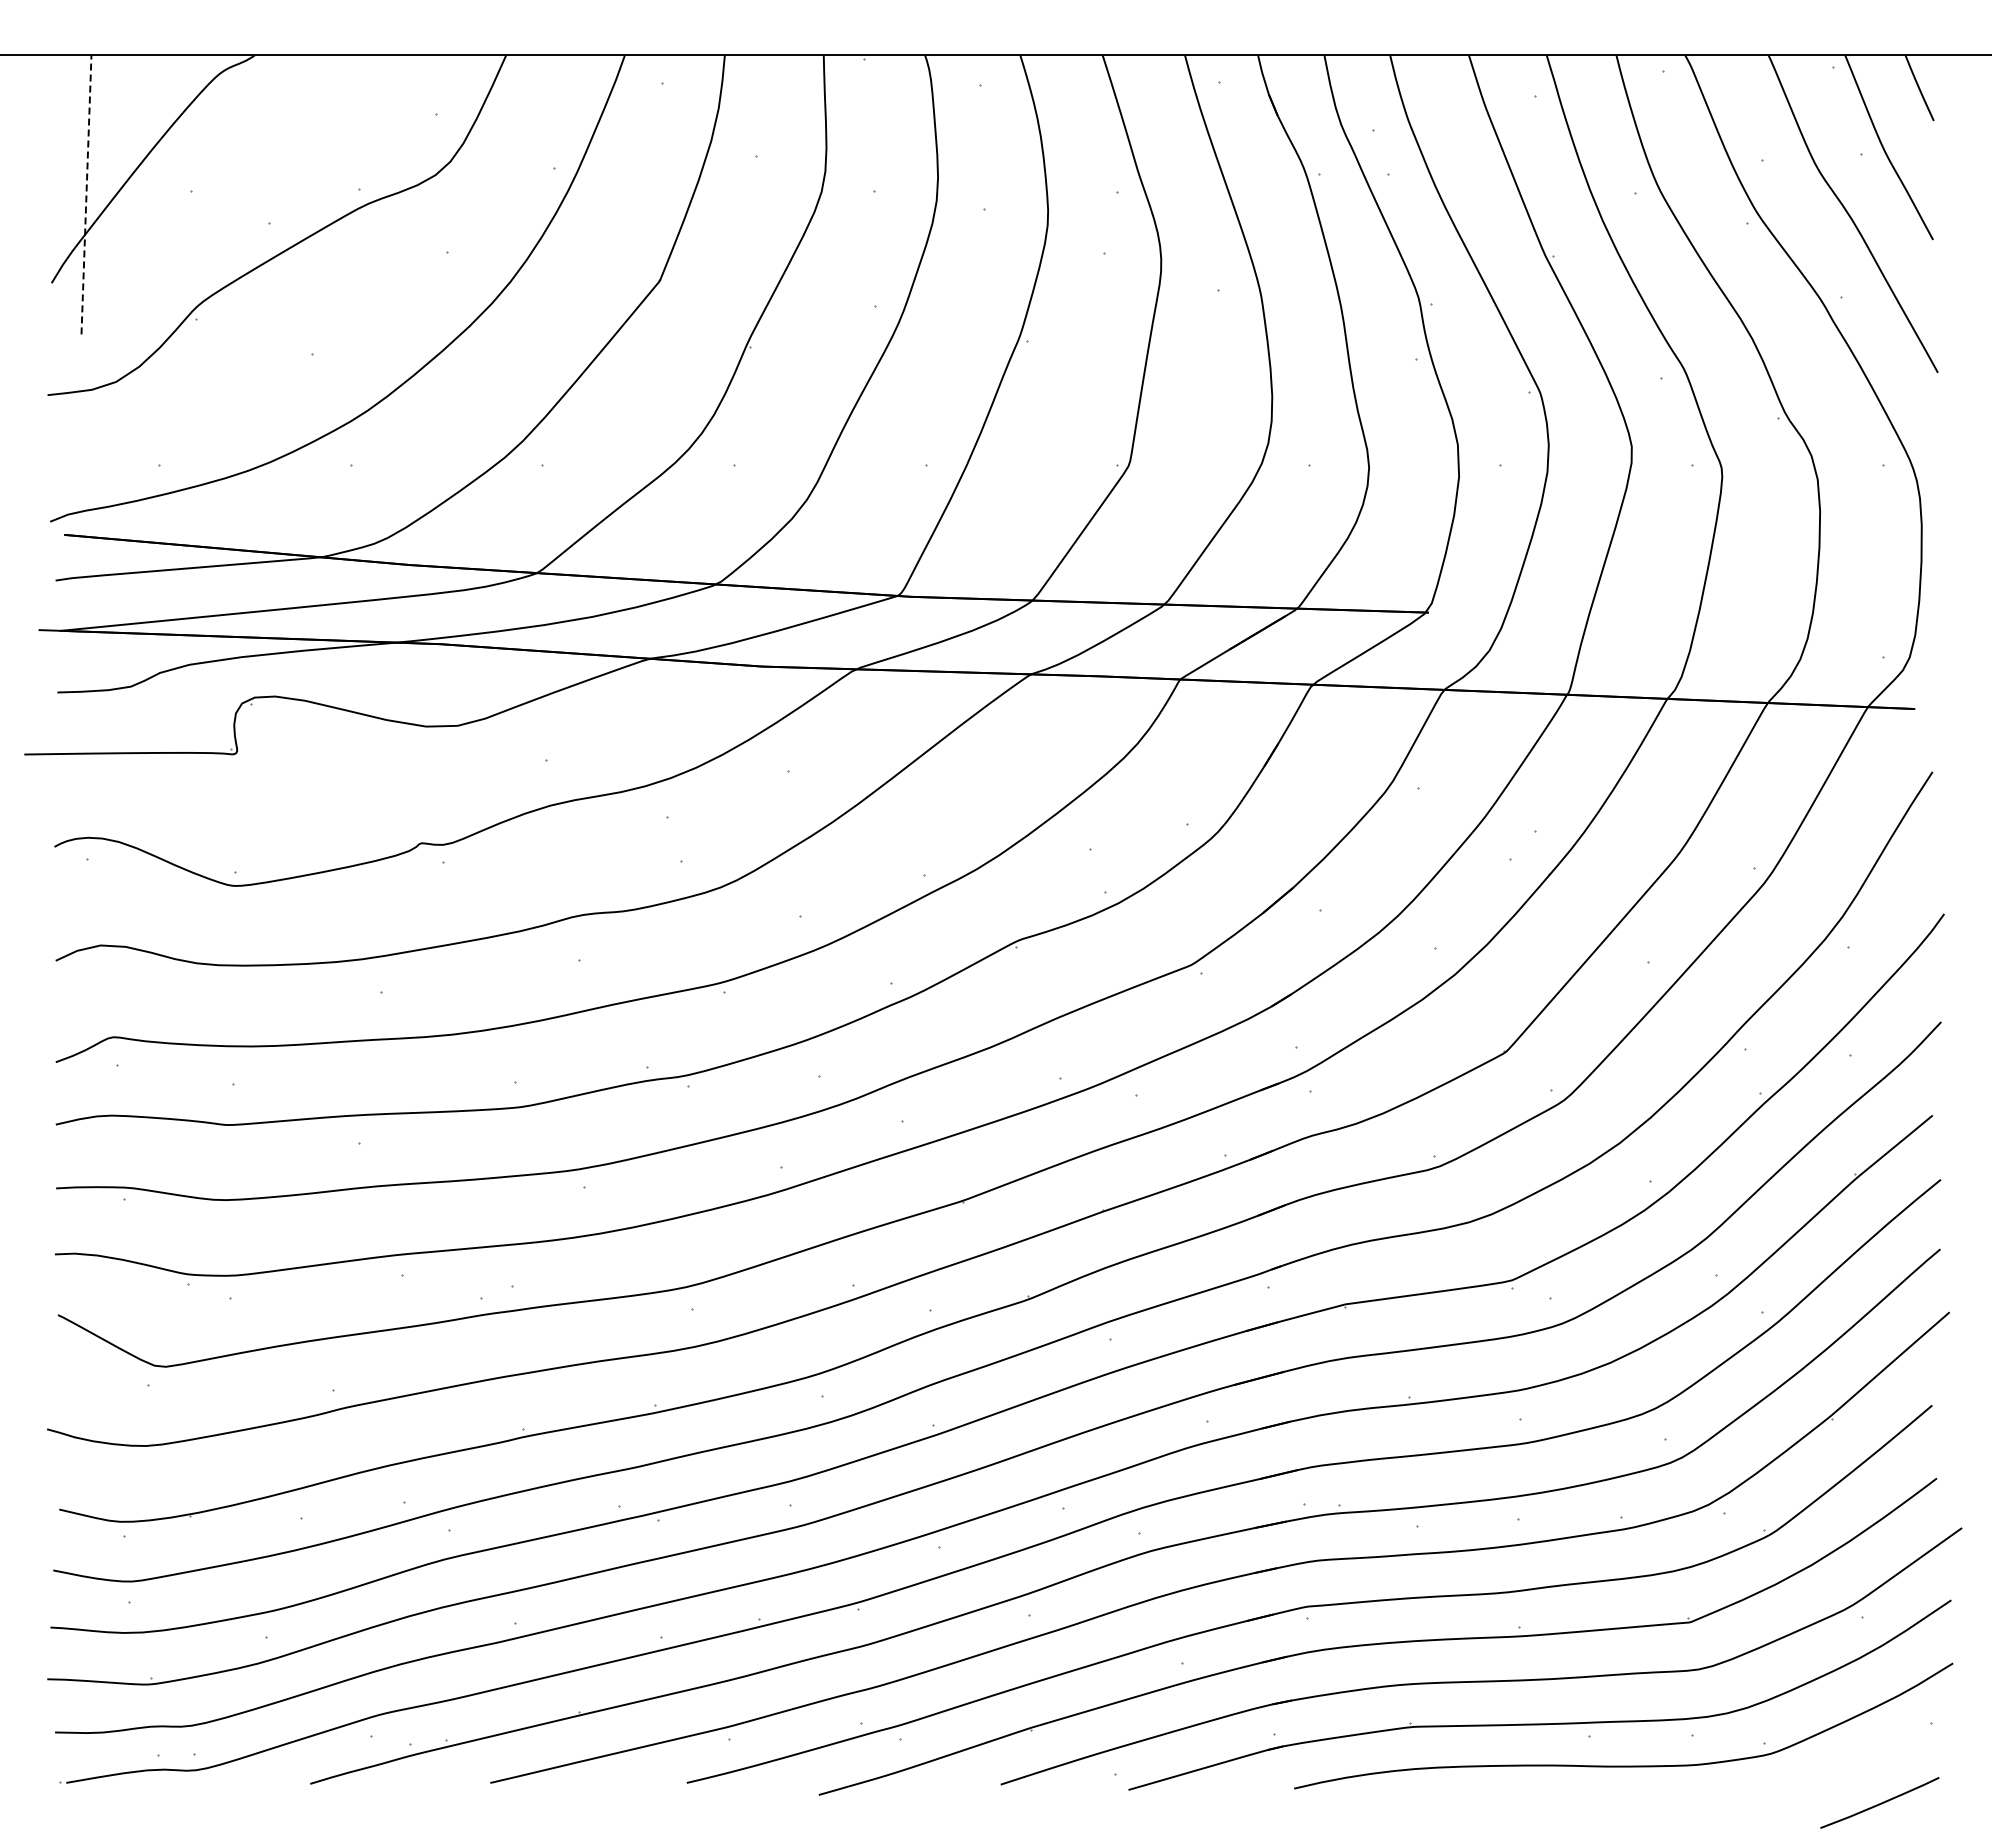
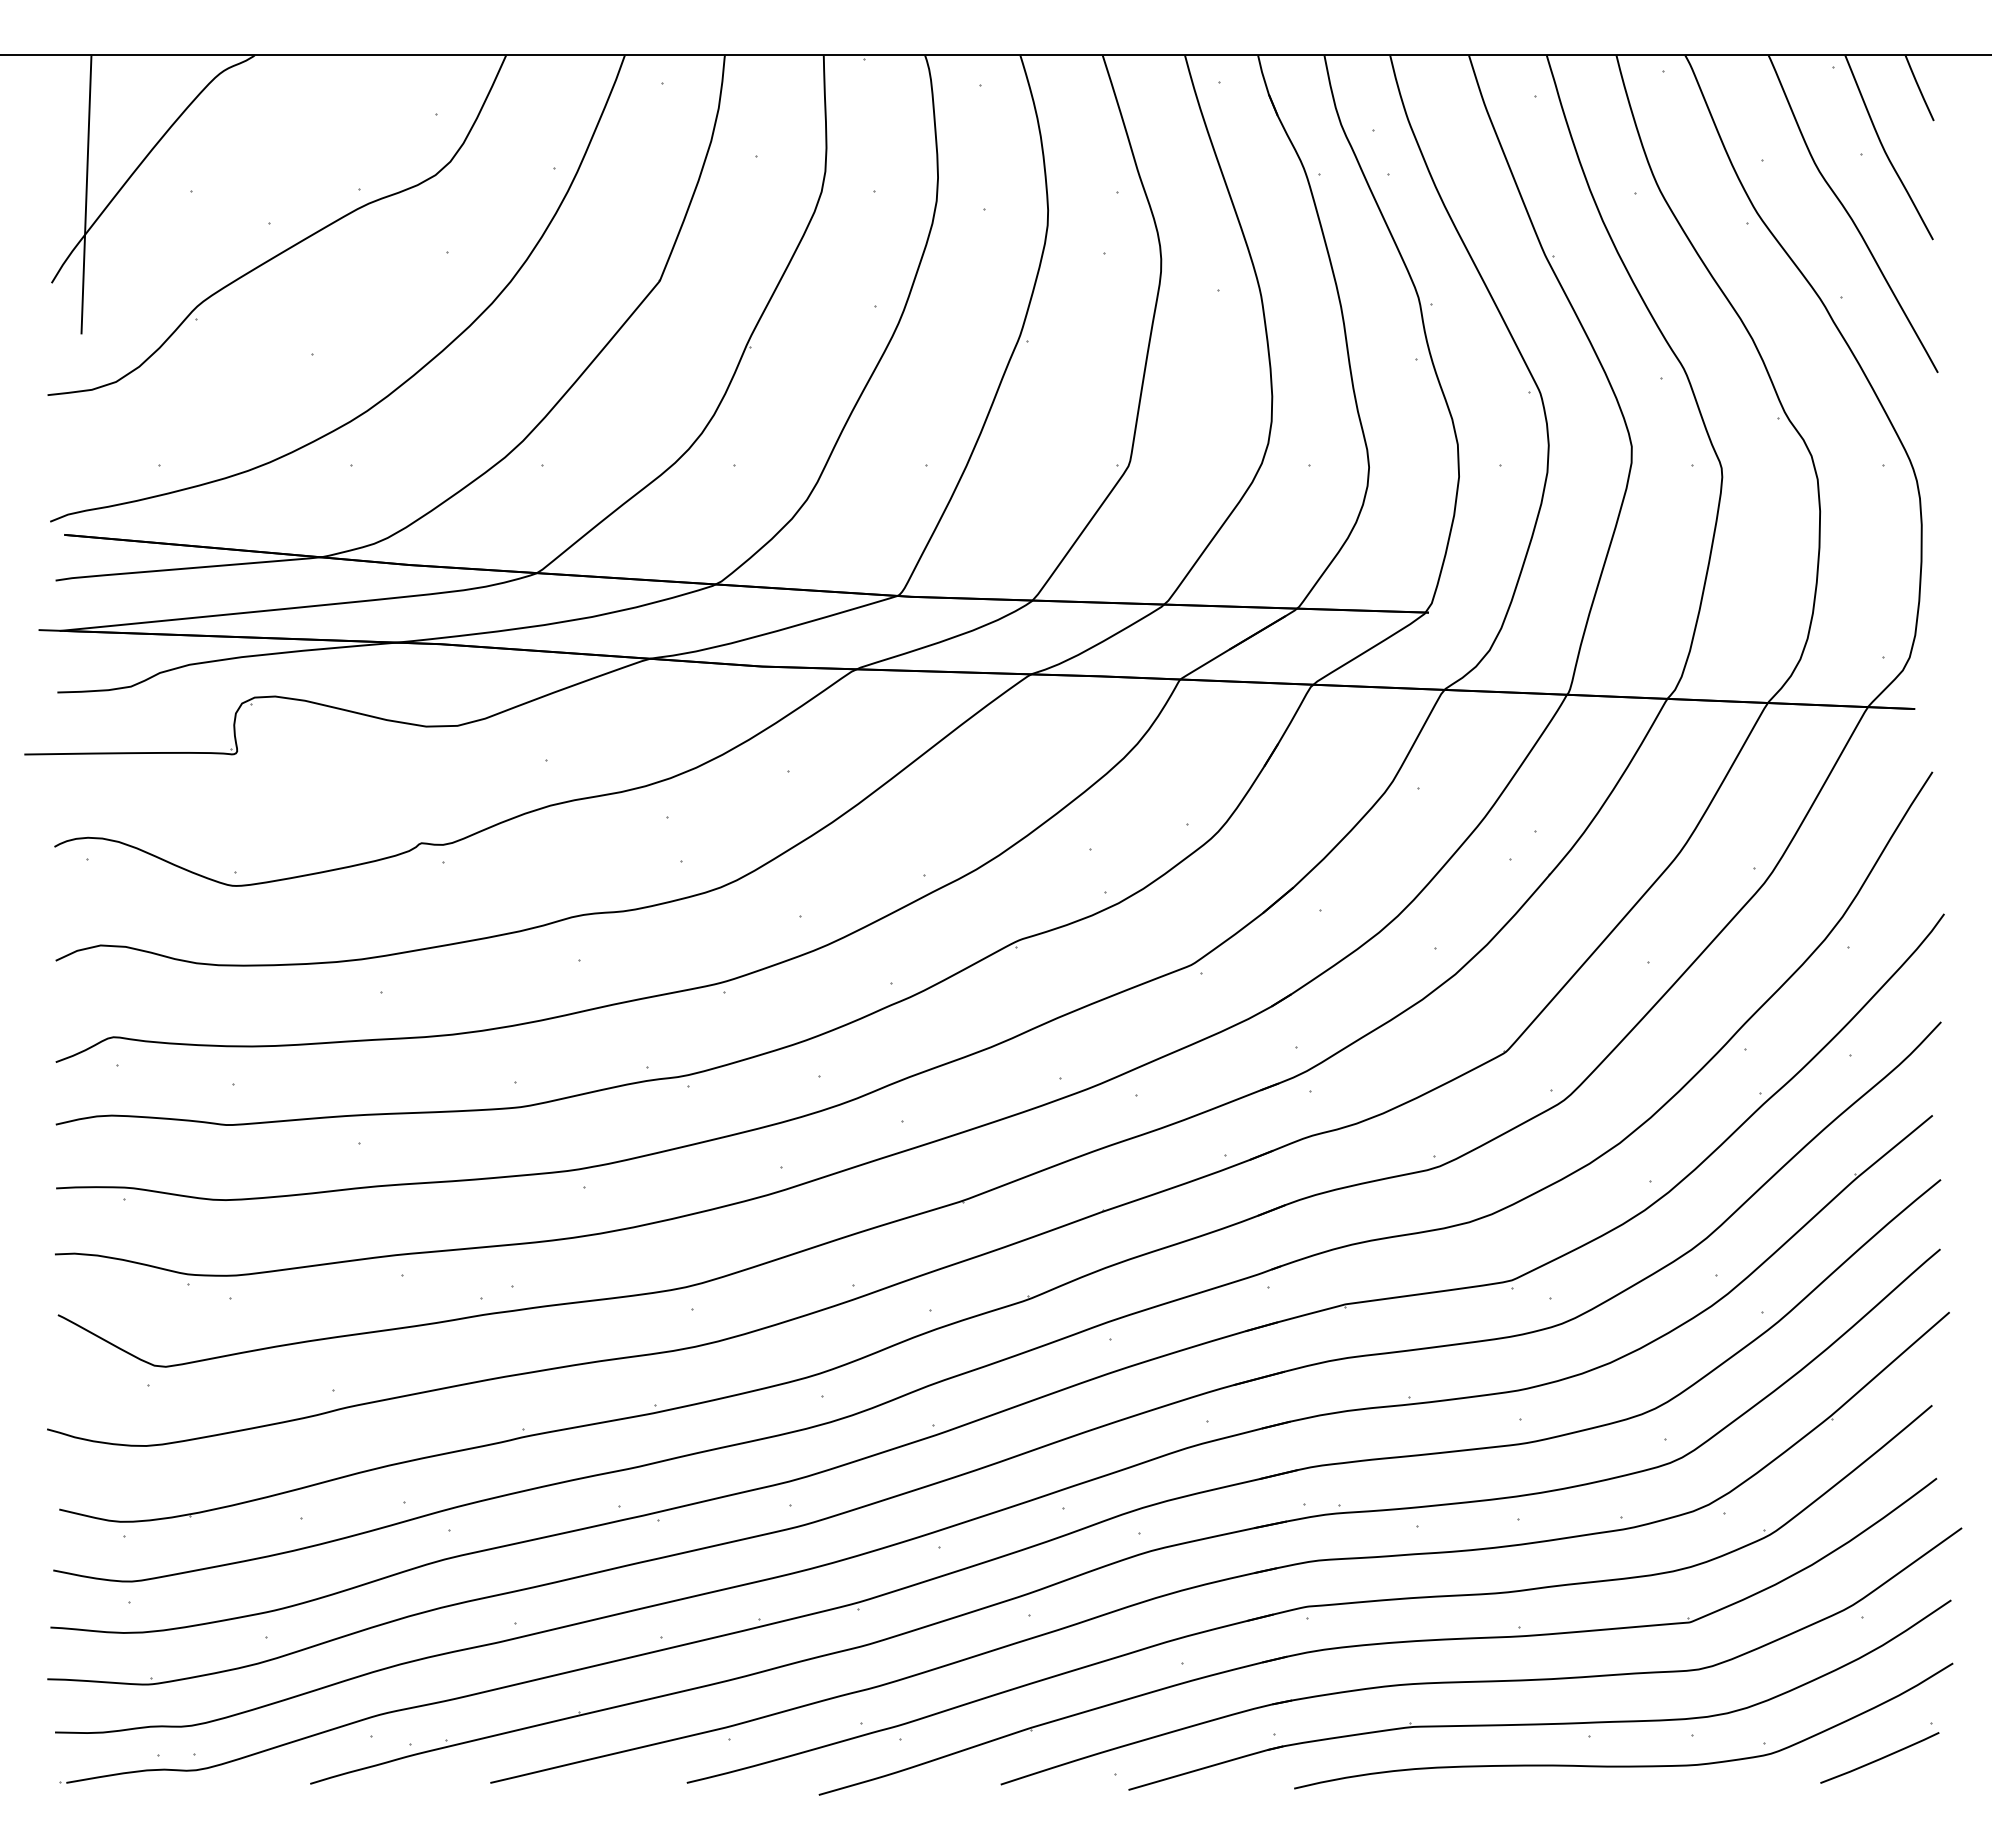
line at (86, 194): dashed -> solid
curve at (1879, 1803) position: (1879, 1803) -> (1879, 1758)
